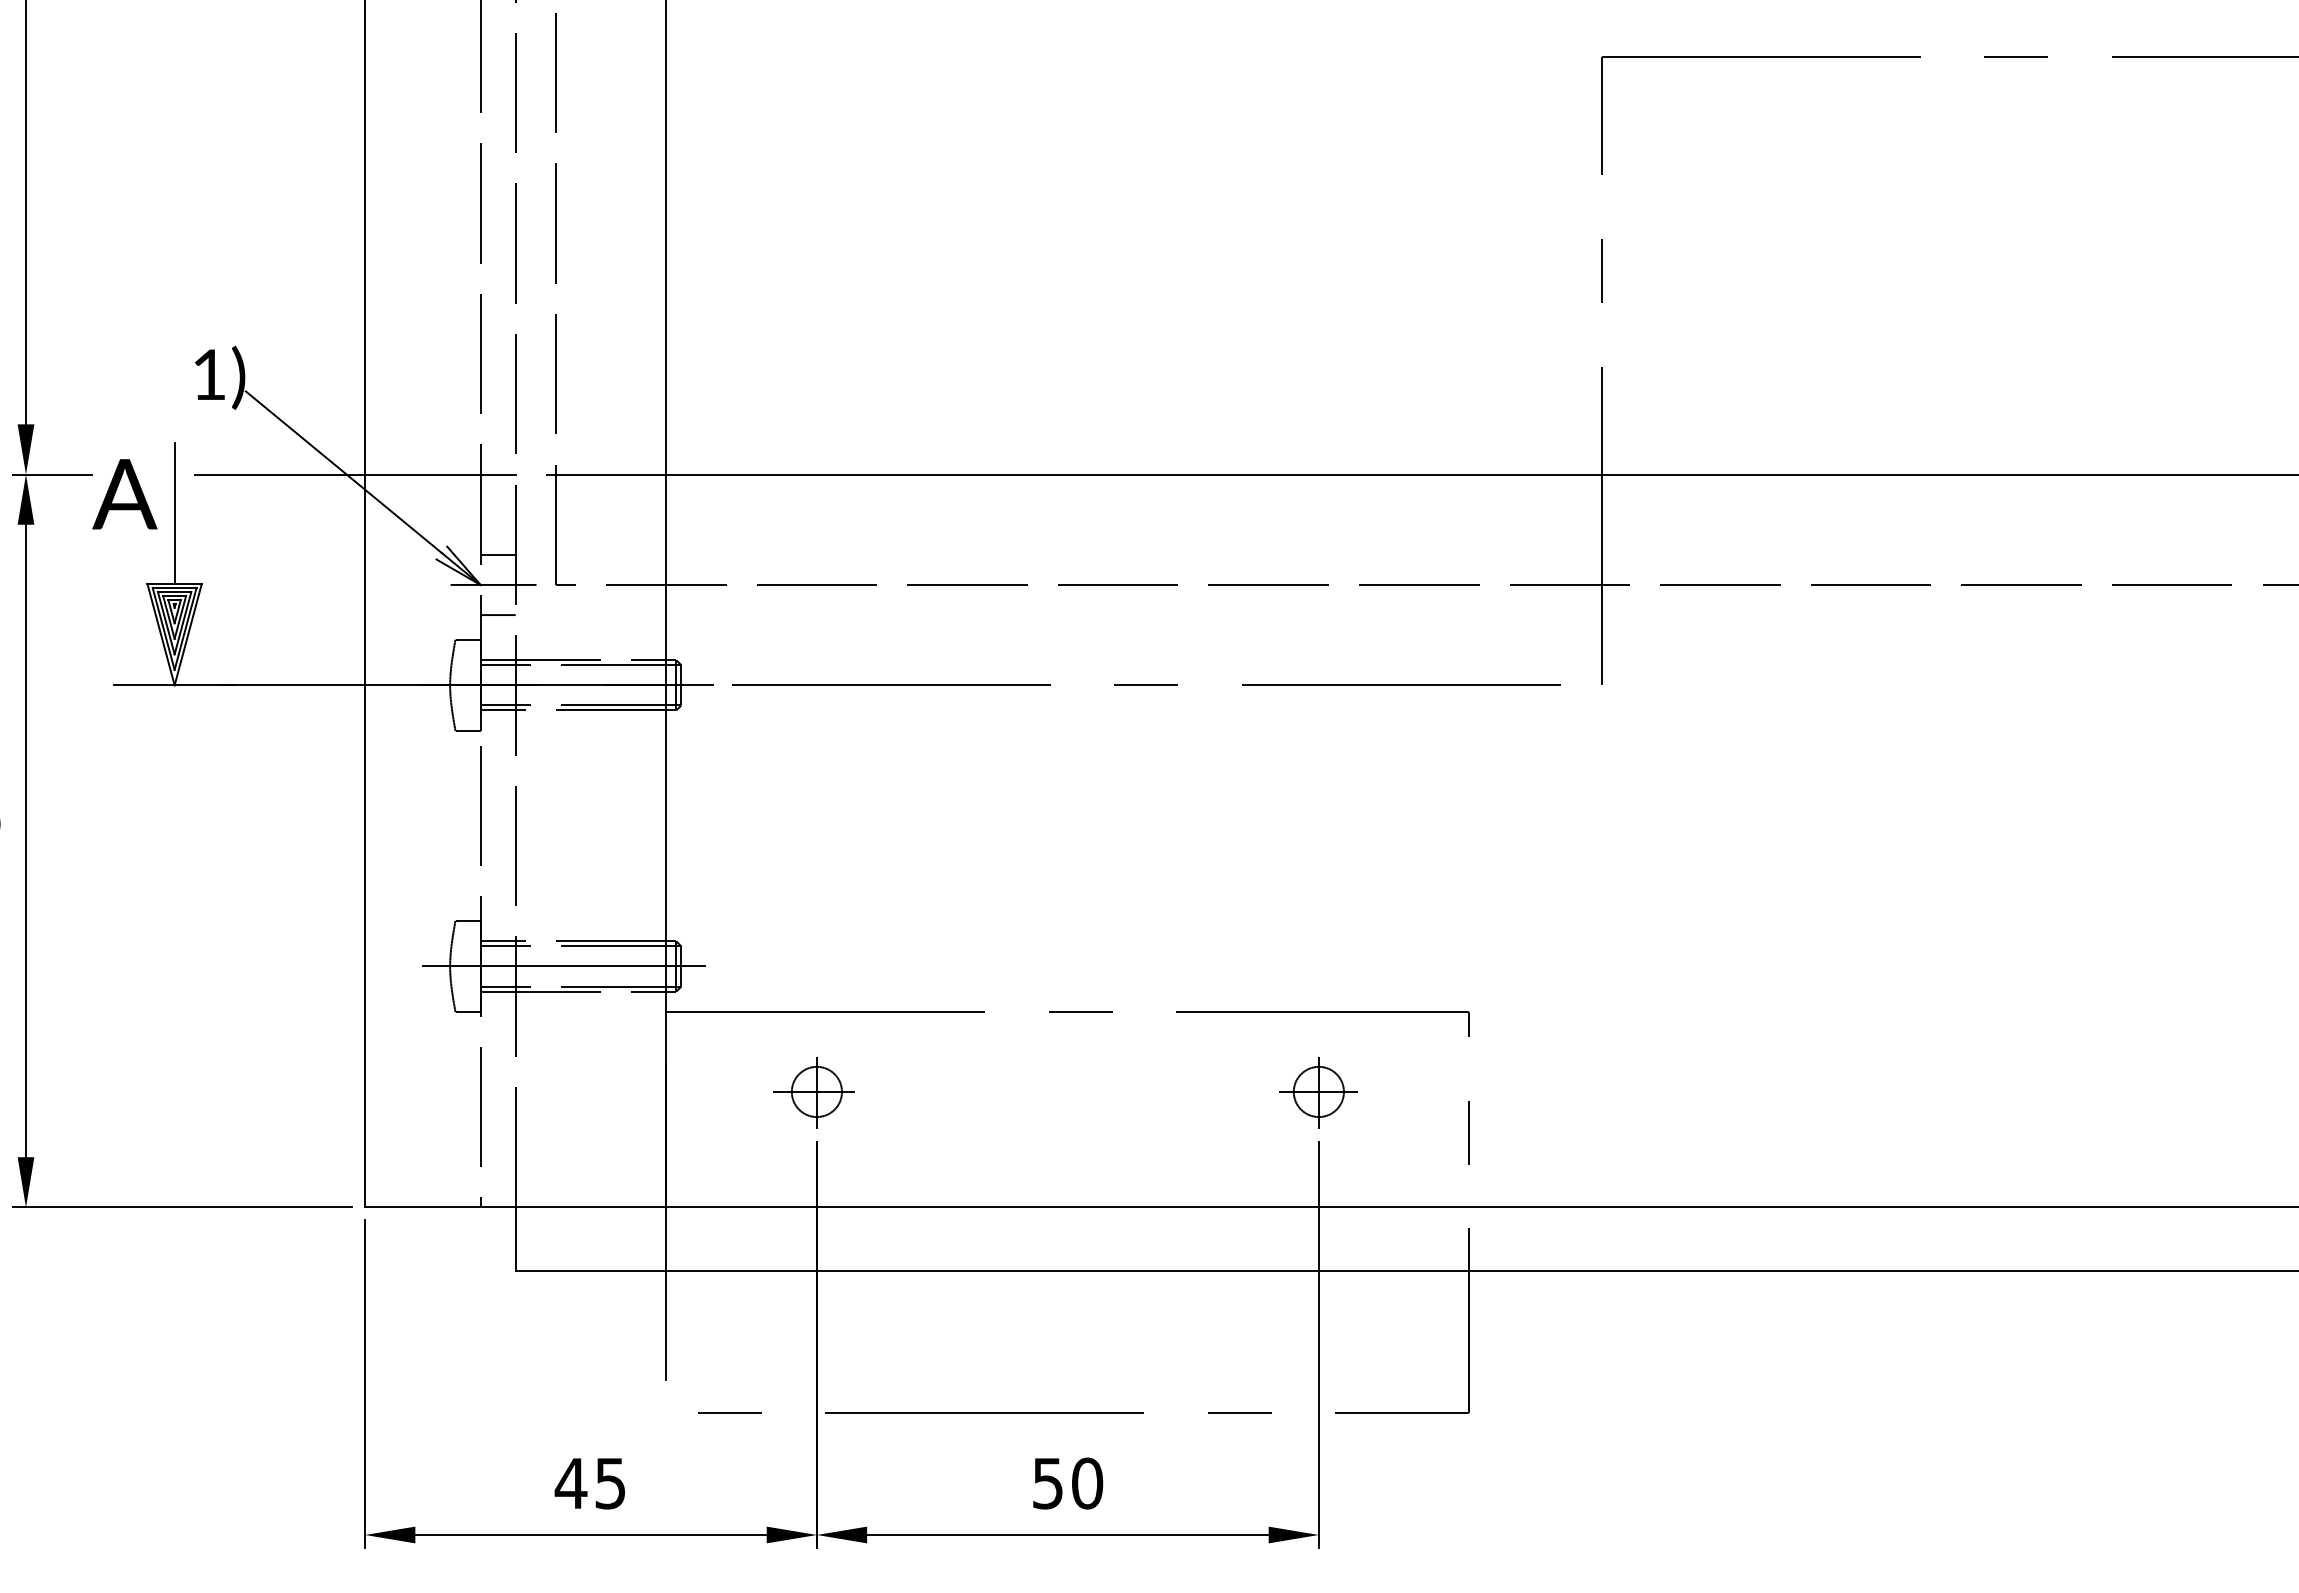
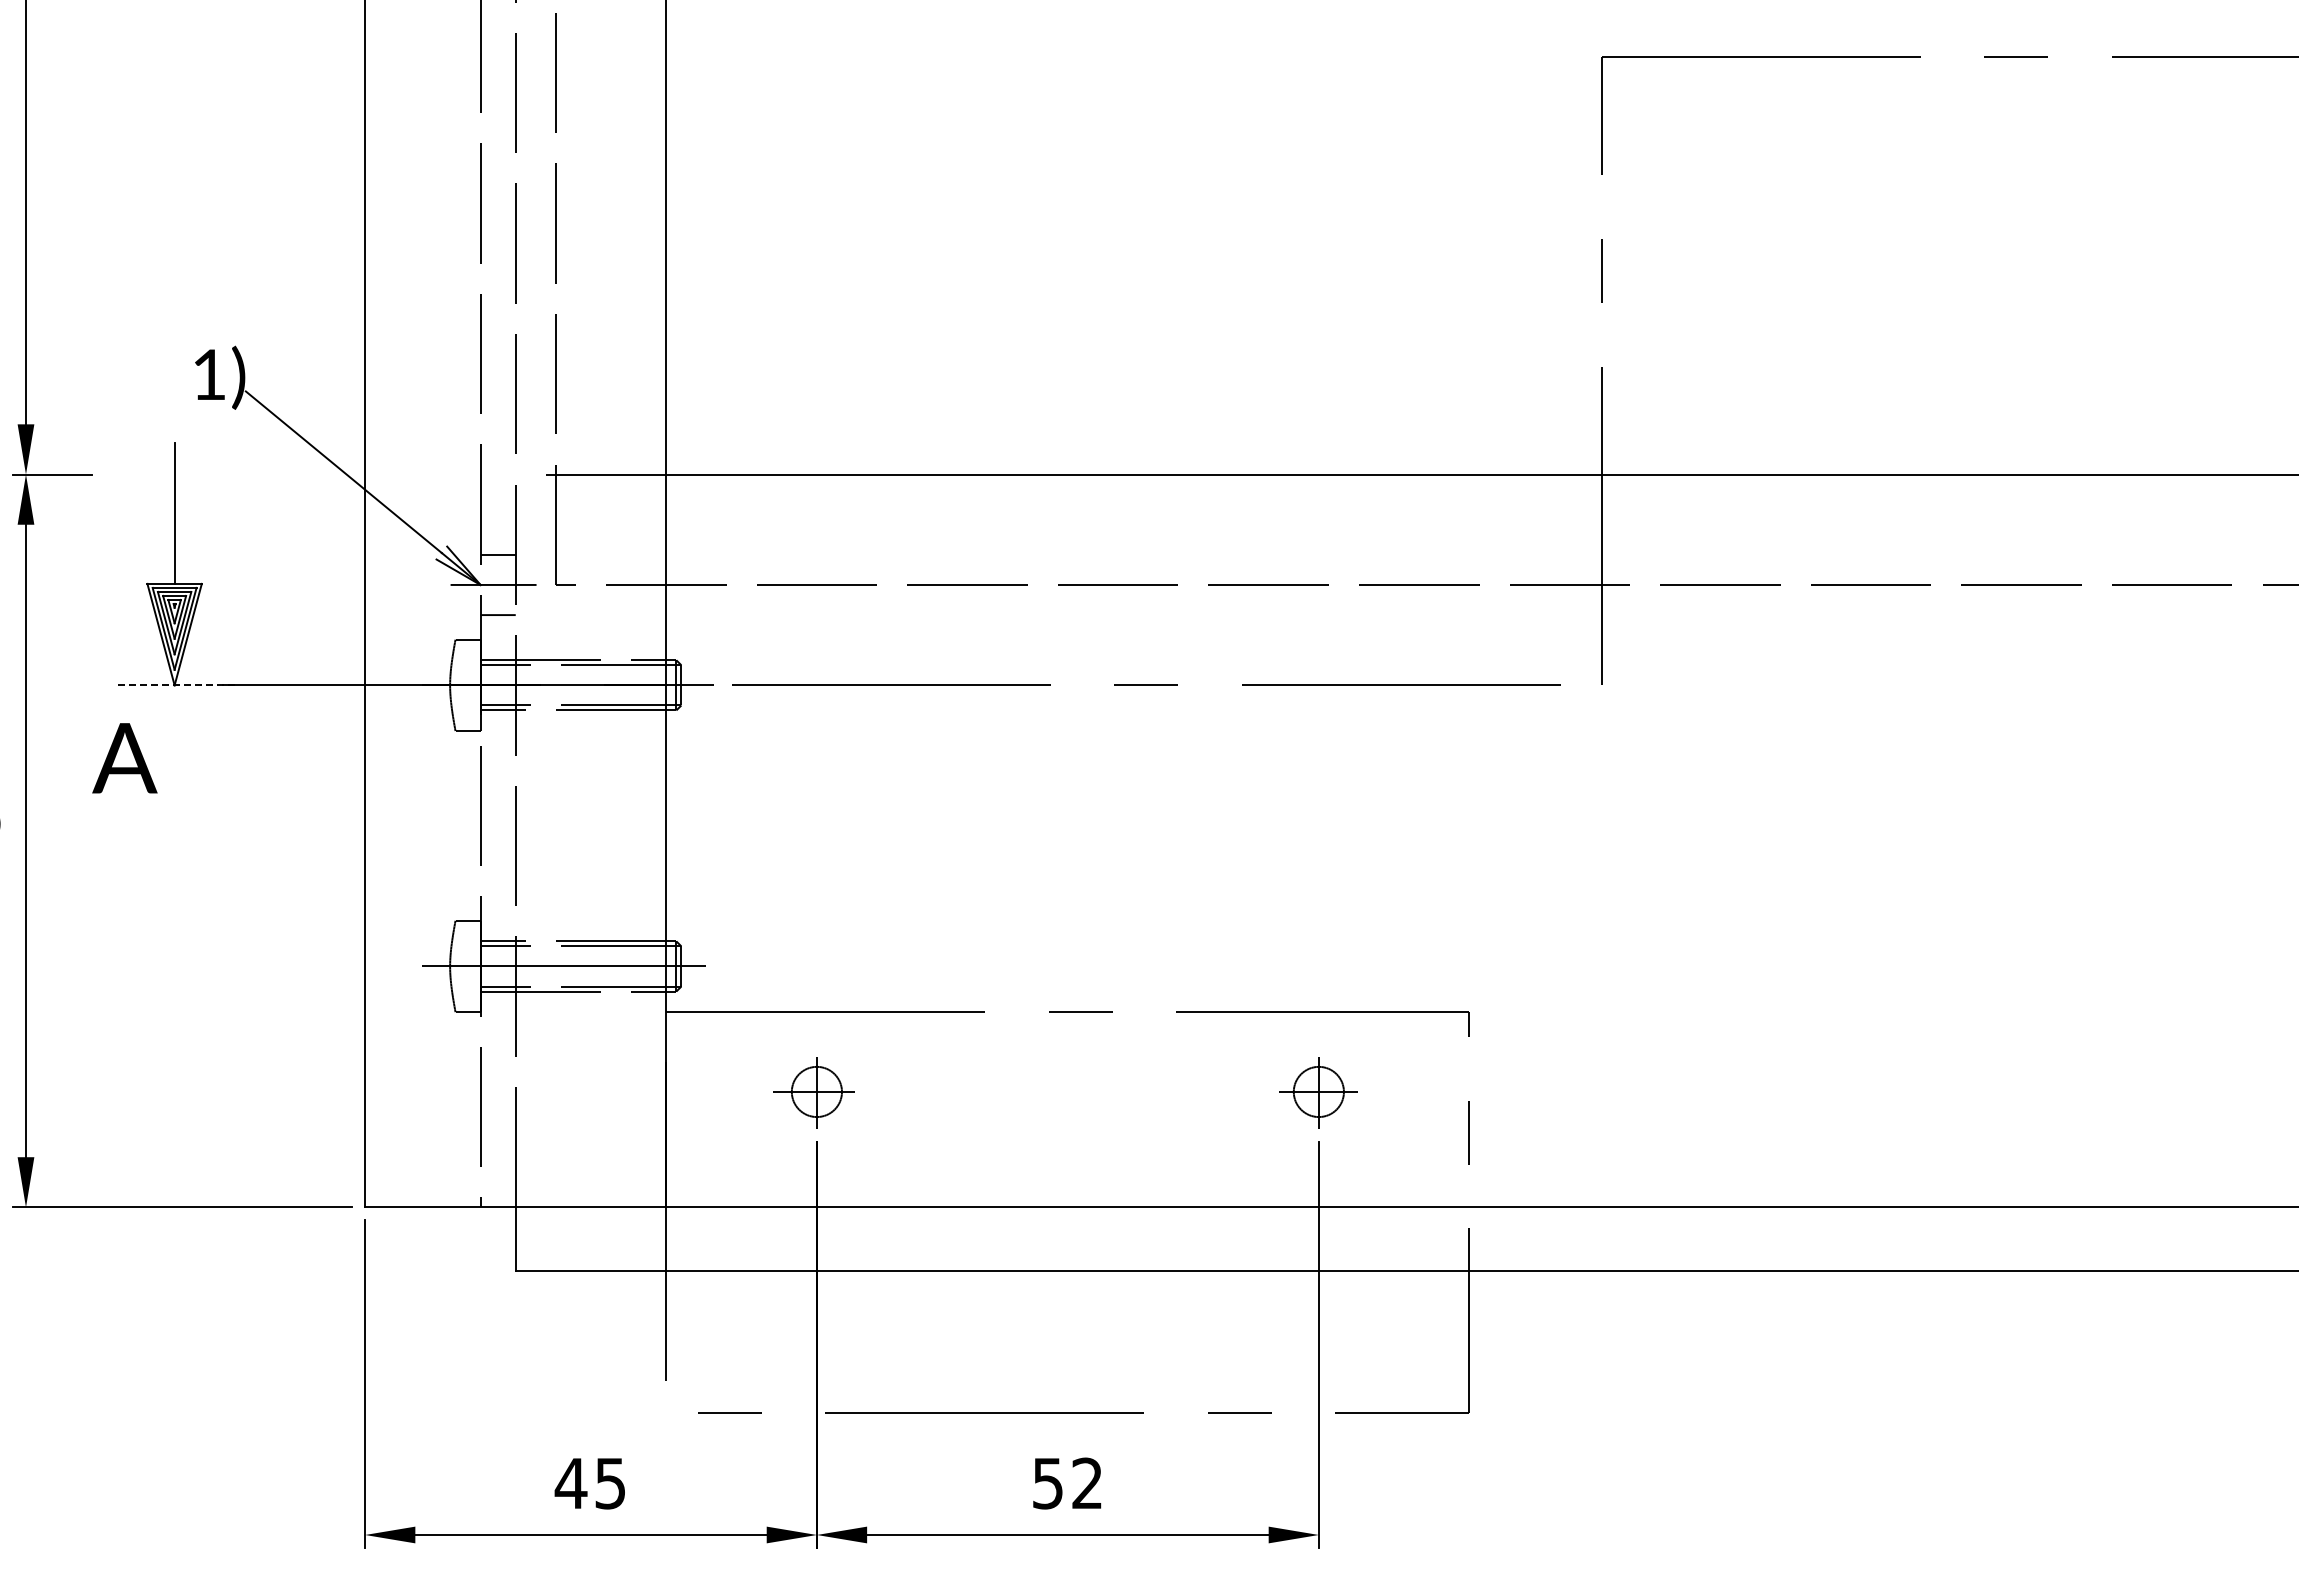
line at (354, 474): present -> none
text at (124, 494) position: (124, 494) -> (124, 758)
line at (174, 685): solid -> dashed
text at (1087, 1483): 50 -> 52
